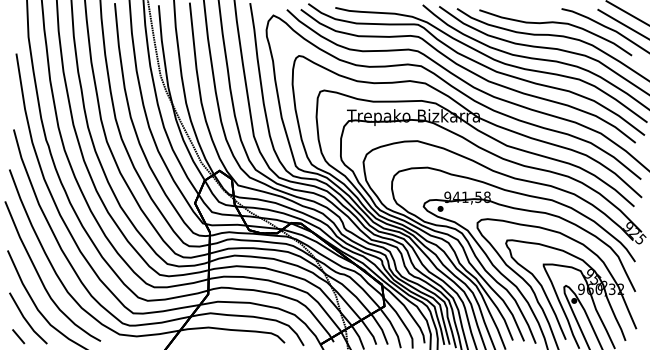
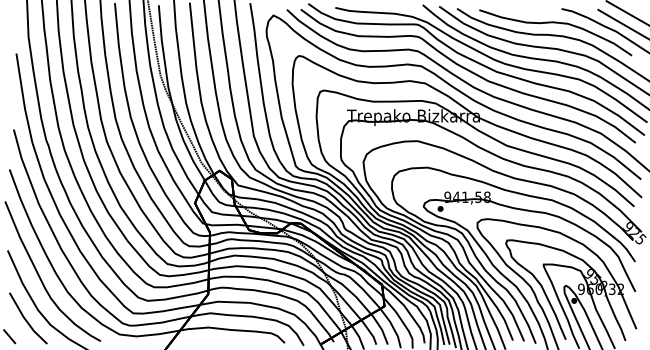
line at (18, 336) position: (18, 336) -> (9, 336)
